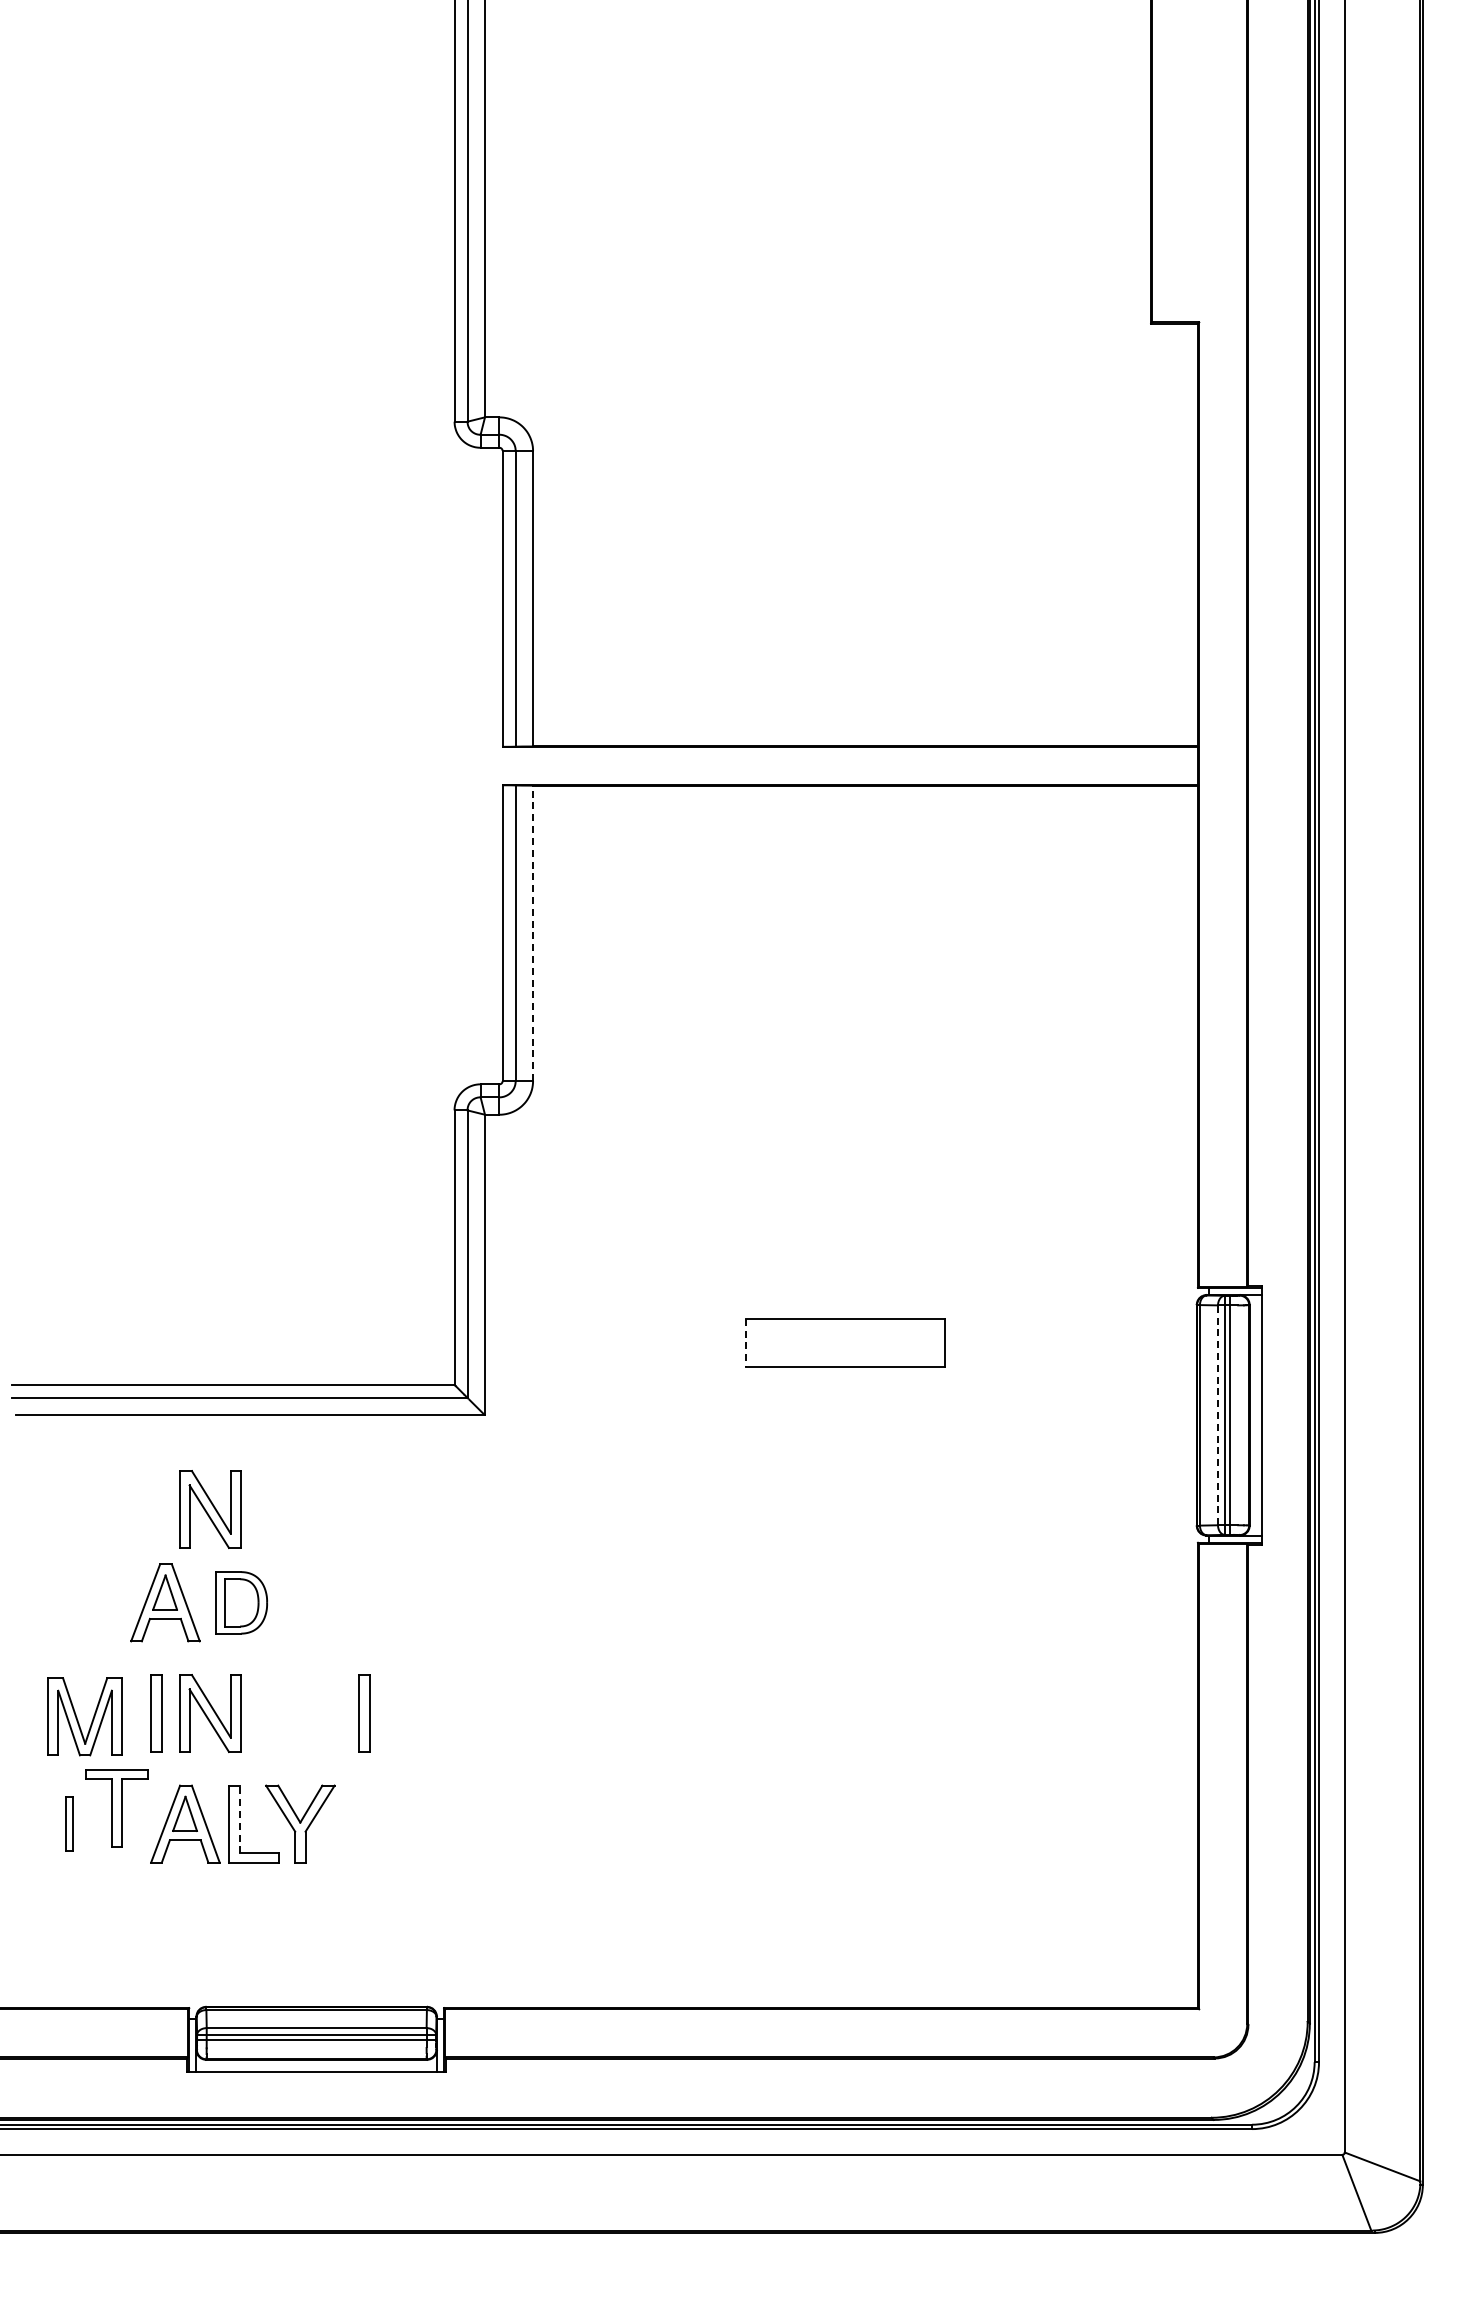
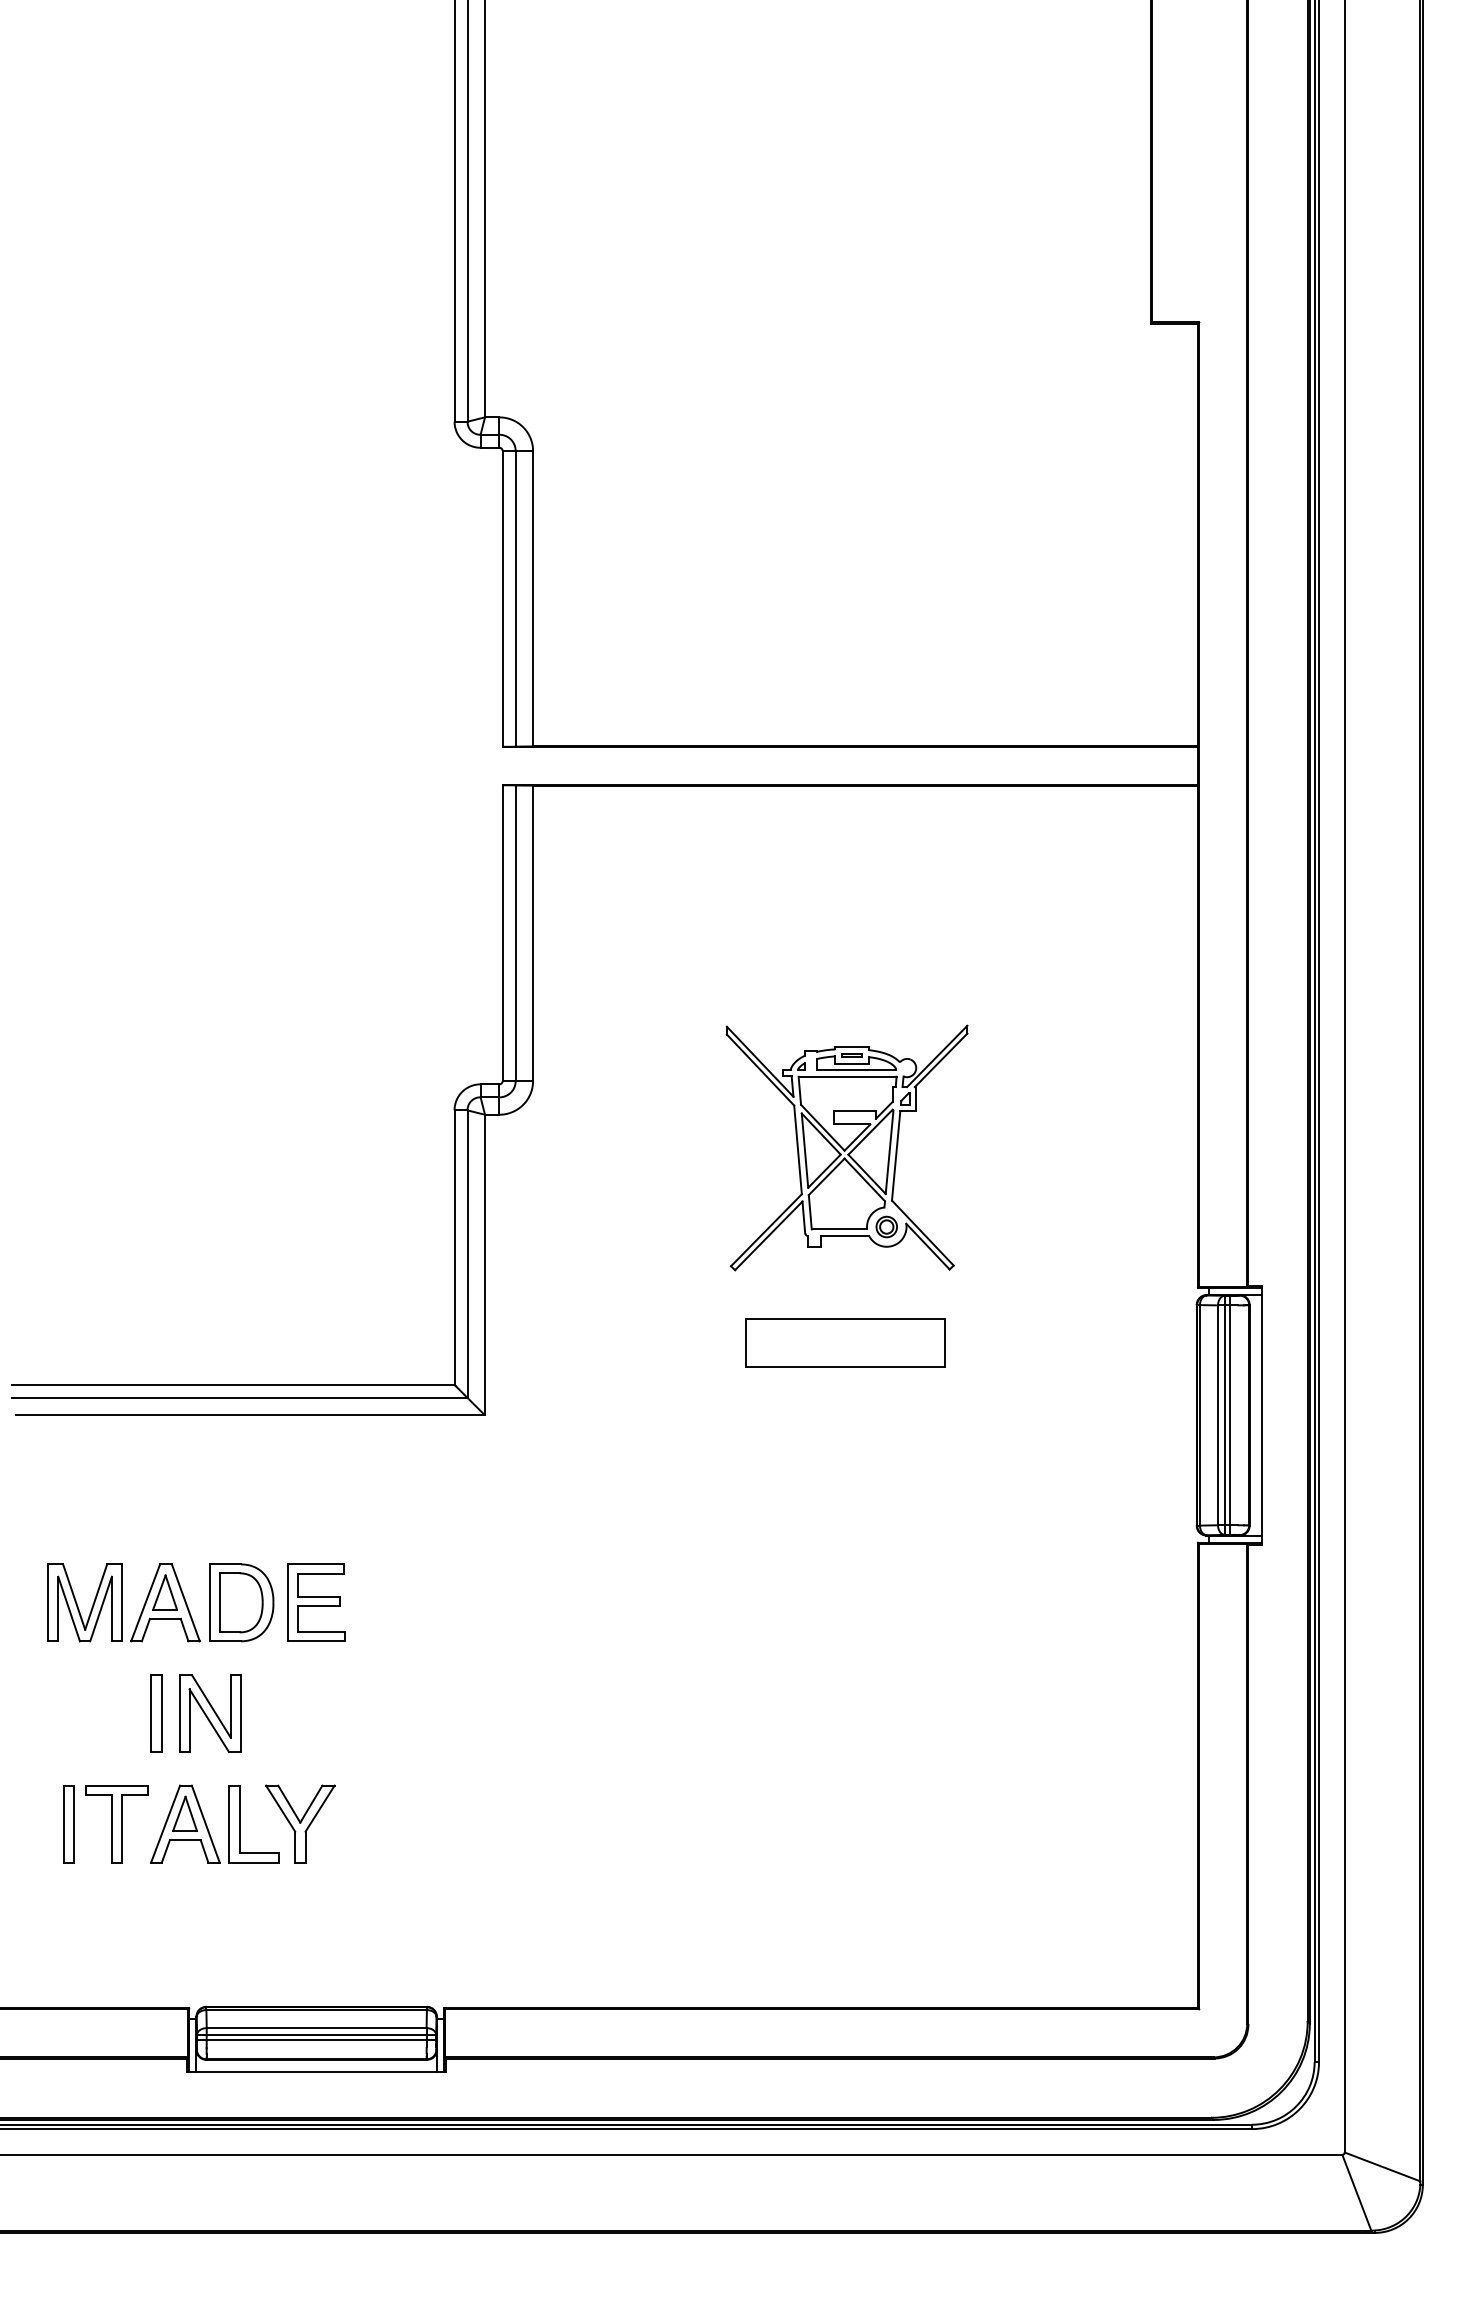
line at (533, 933): dashed -> solid
part at (846, 1147): none -> present
line at (746, 1343): dashed -> solid
line at (1218, 1415): dashed -> solid
part at (210, 1509): present -> none
part at (241, 1602) size: 53x64 px -> 66x80 px
part at (316, 1602): none -> present
part at (364, 1713): present -> none
part at (77, 1717) position: (77, 1717) -> (77, 1603)
part at (116, 1808) position: (116, 1808) -> (116, 1824)
line at (239, 1819): dashed -> solid
part at (69, 1823) size: 9x56 px -> 12x79 px
